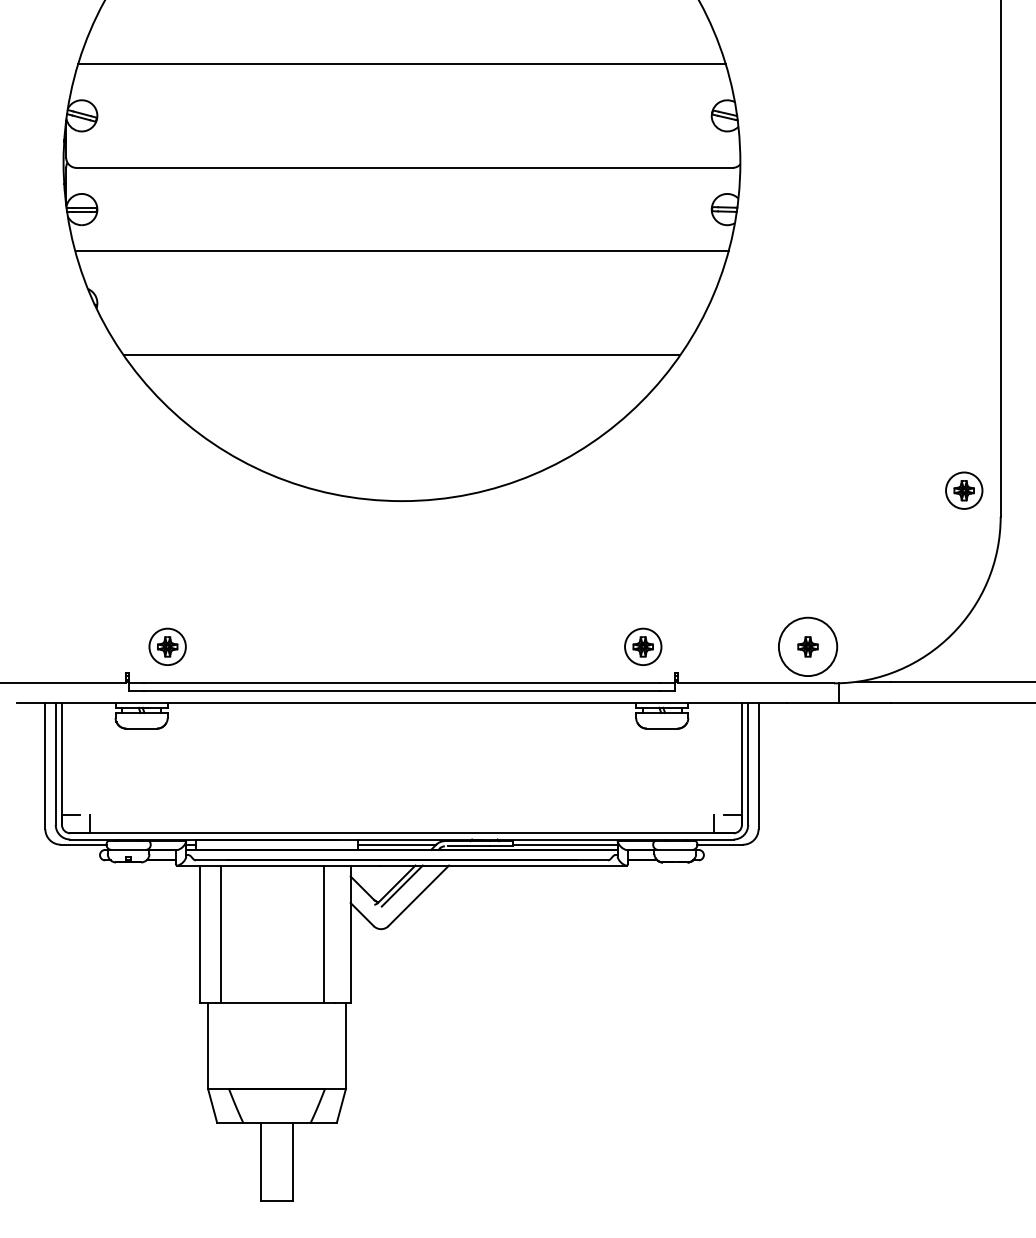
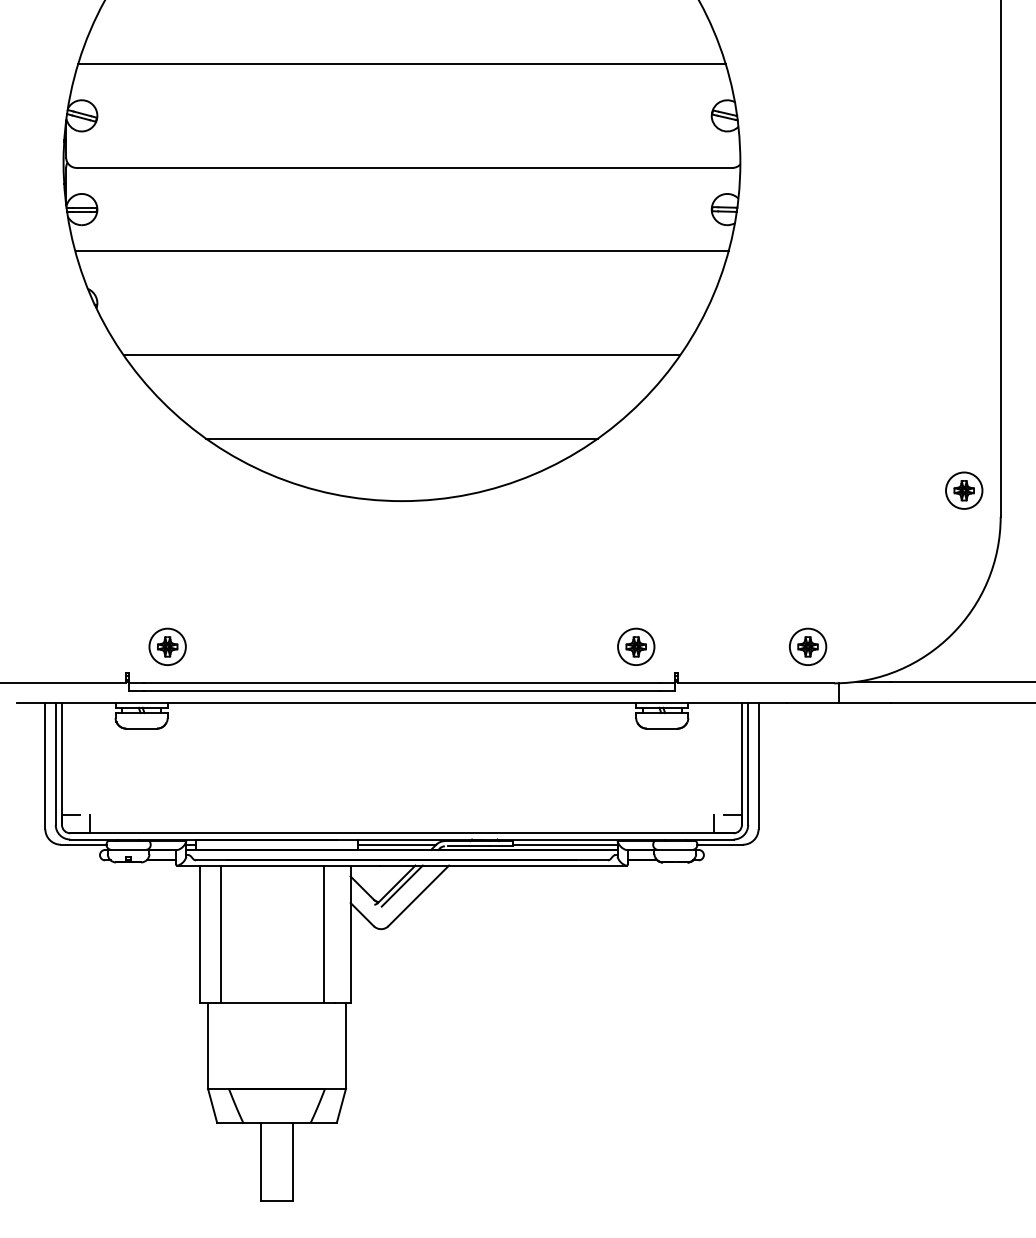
line at (401, 438): none -> present
part at (643, 646) position: (643, 646) -> (636, 646)
circle at (807, 646) diameter: 58 px -> 36 px
